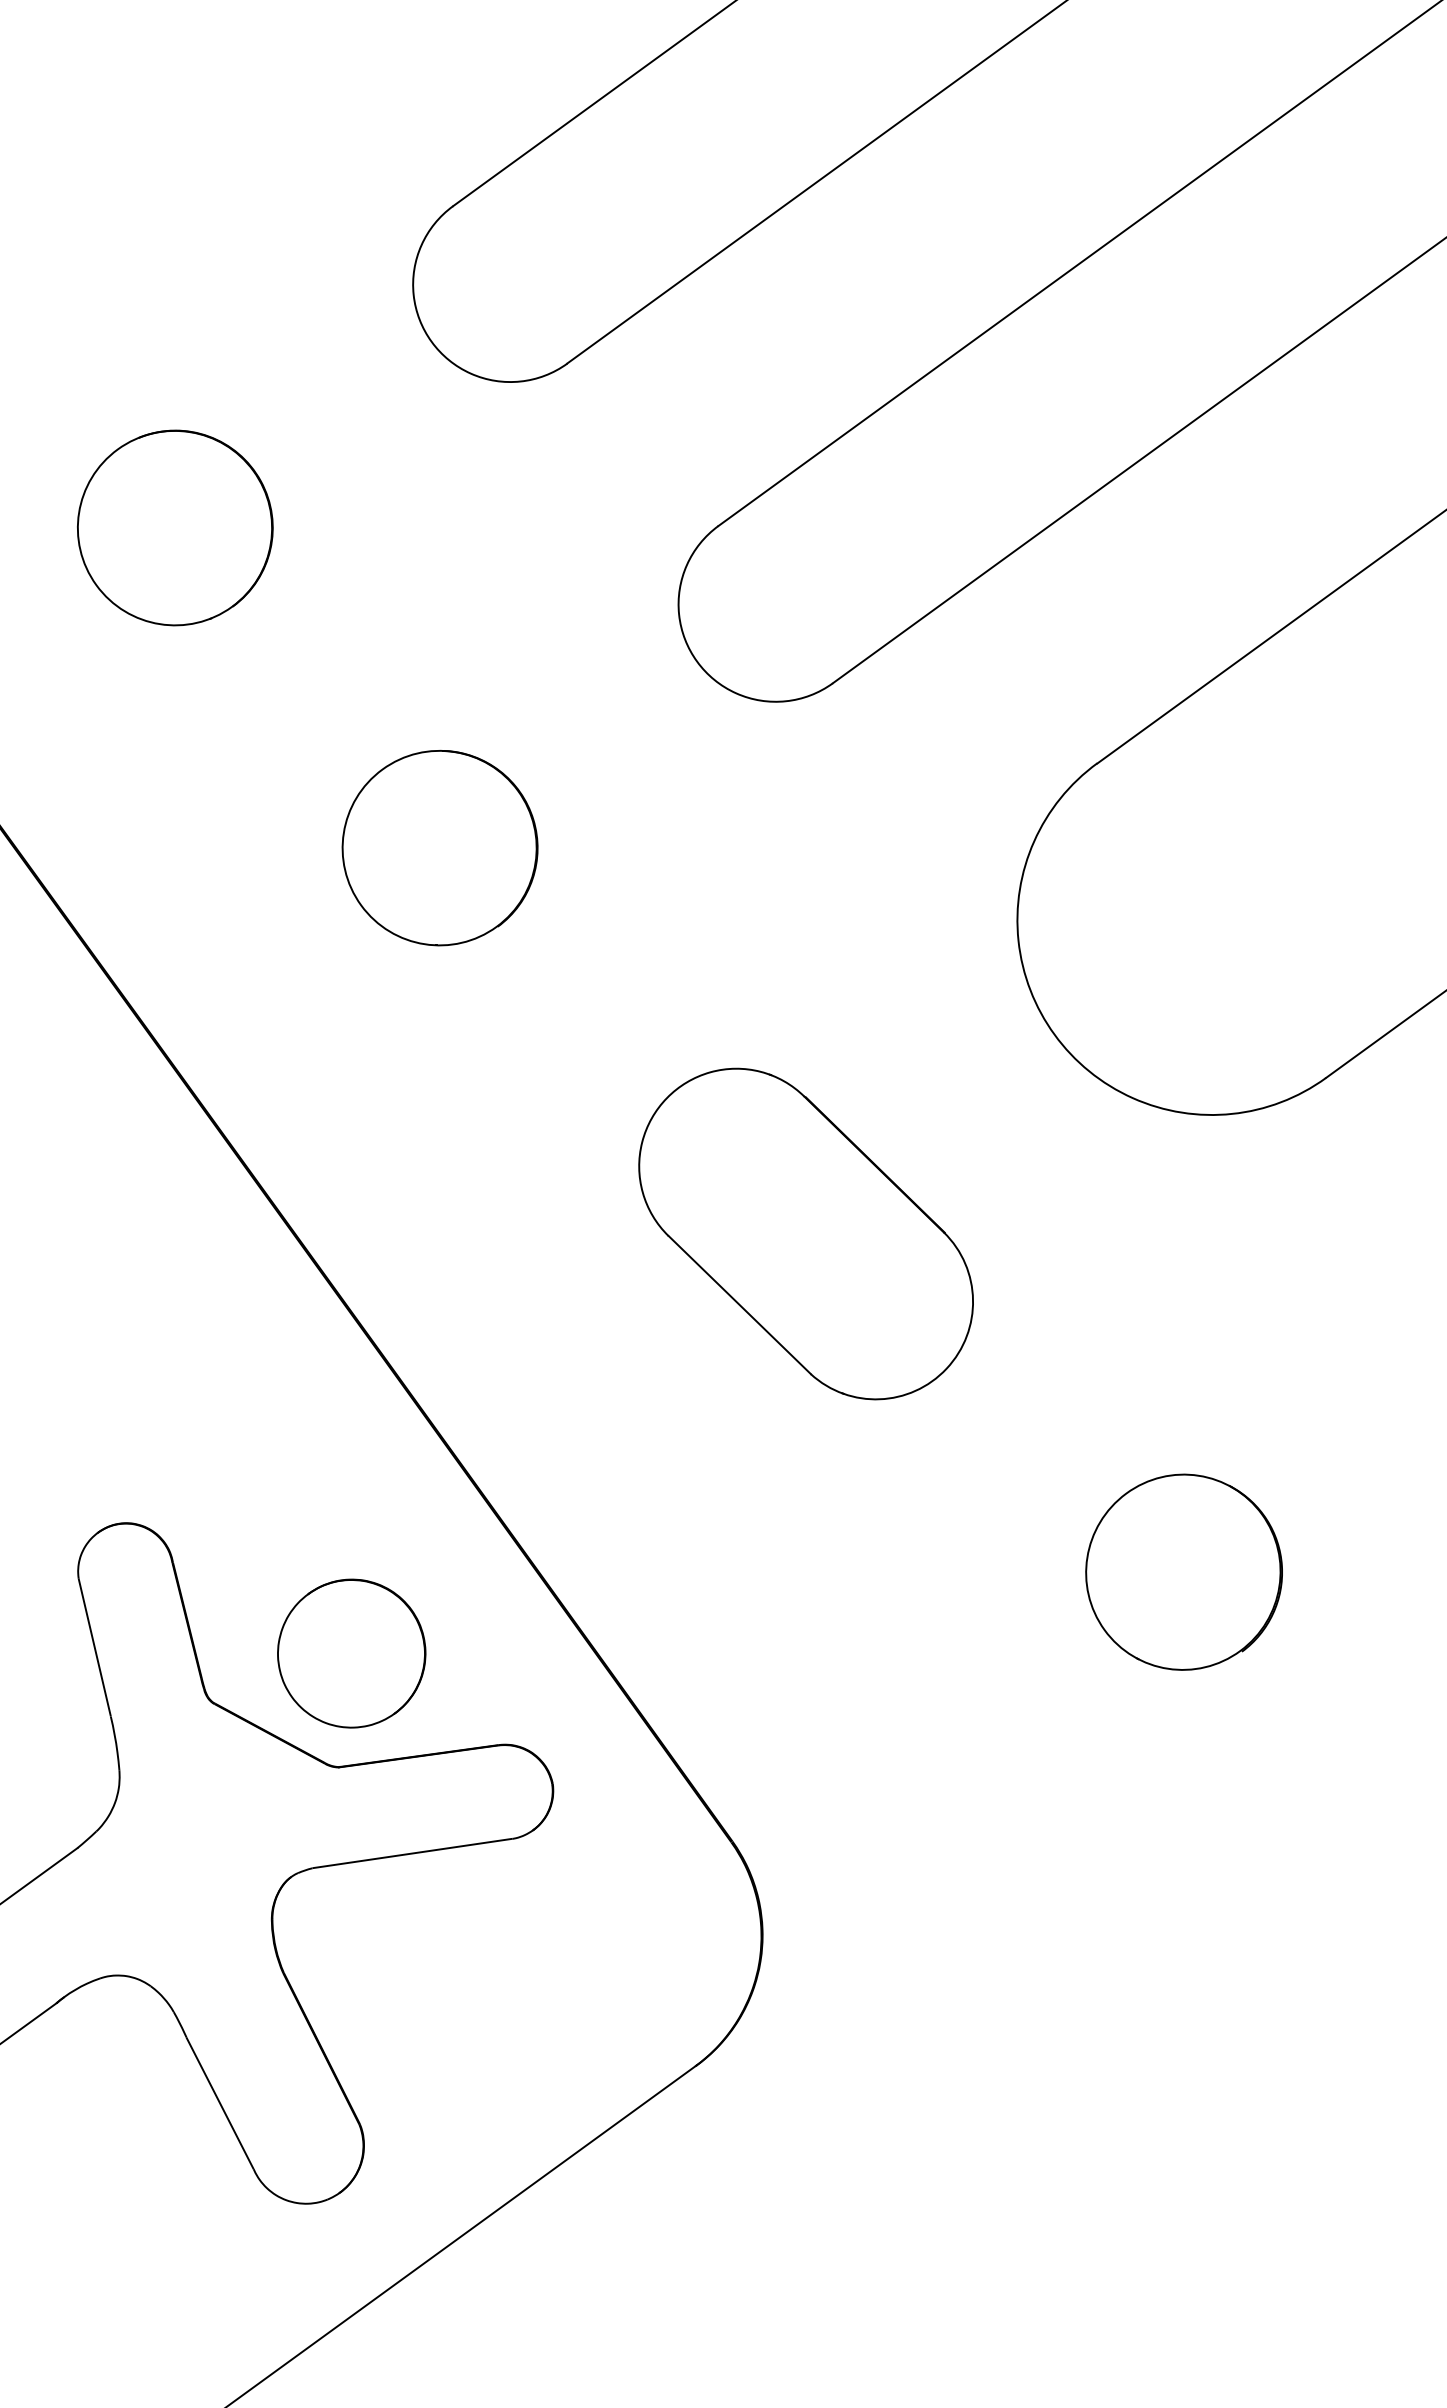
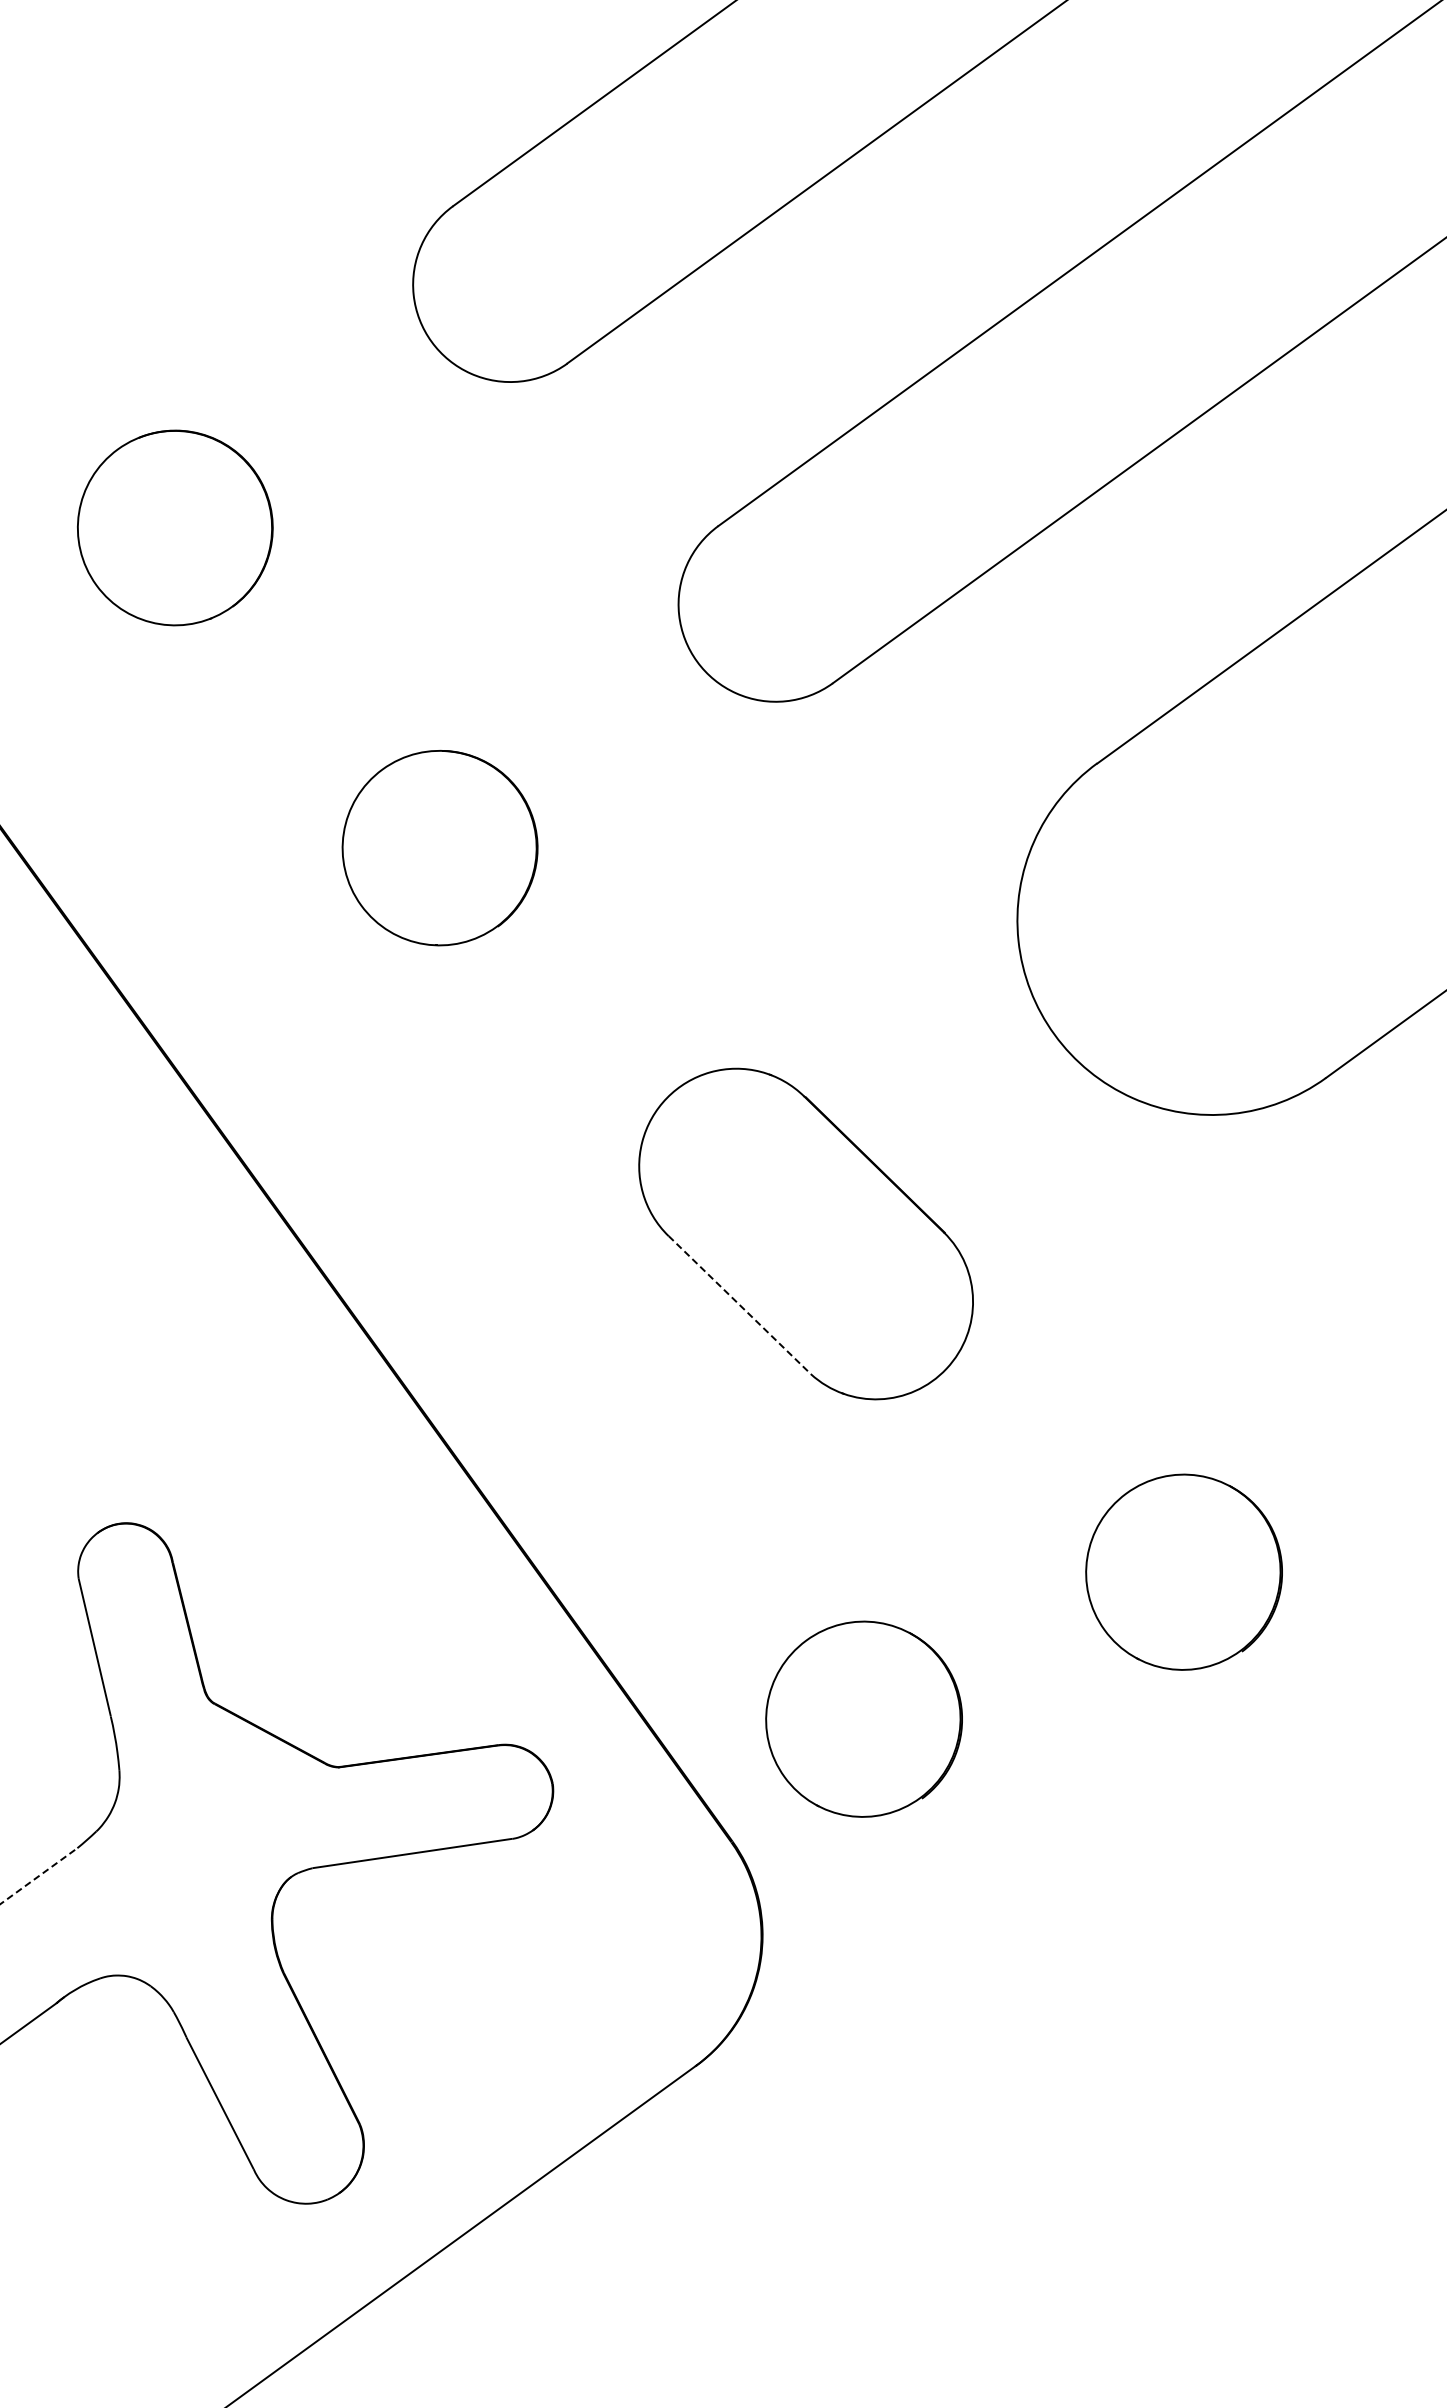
line at (740, 1305): solid -> dashed
part at (351, 1653): present -> none
part at (863, 1718): none -> present
line at (39, 1875): solid -> dashed
